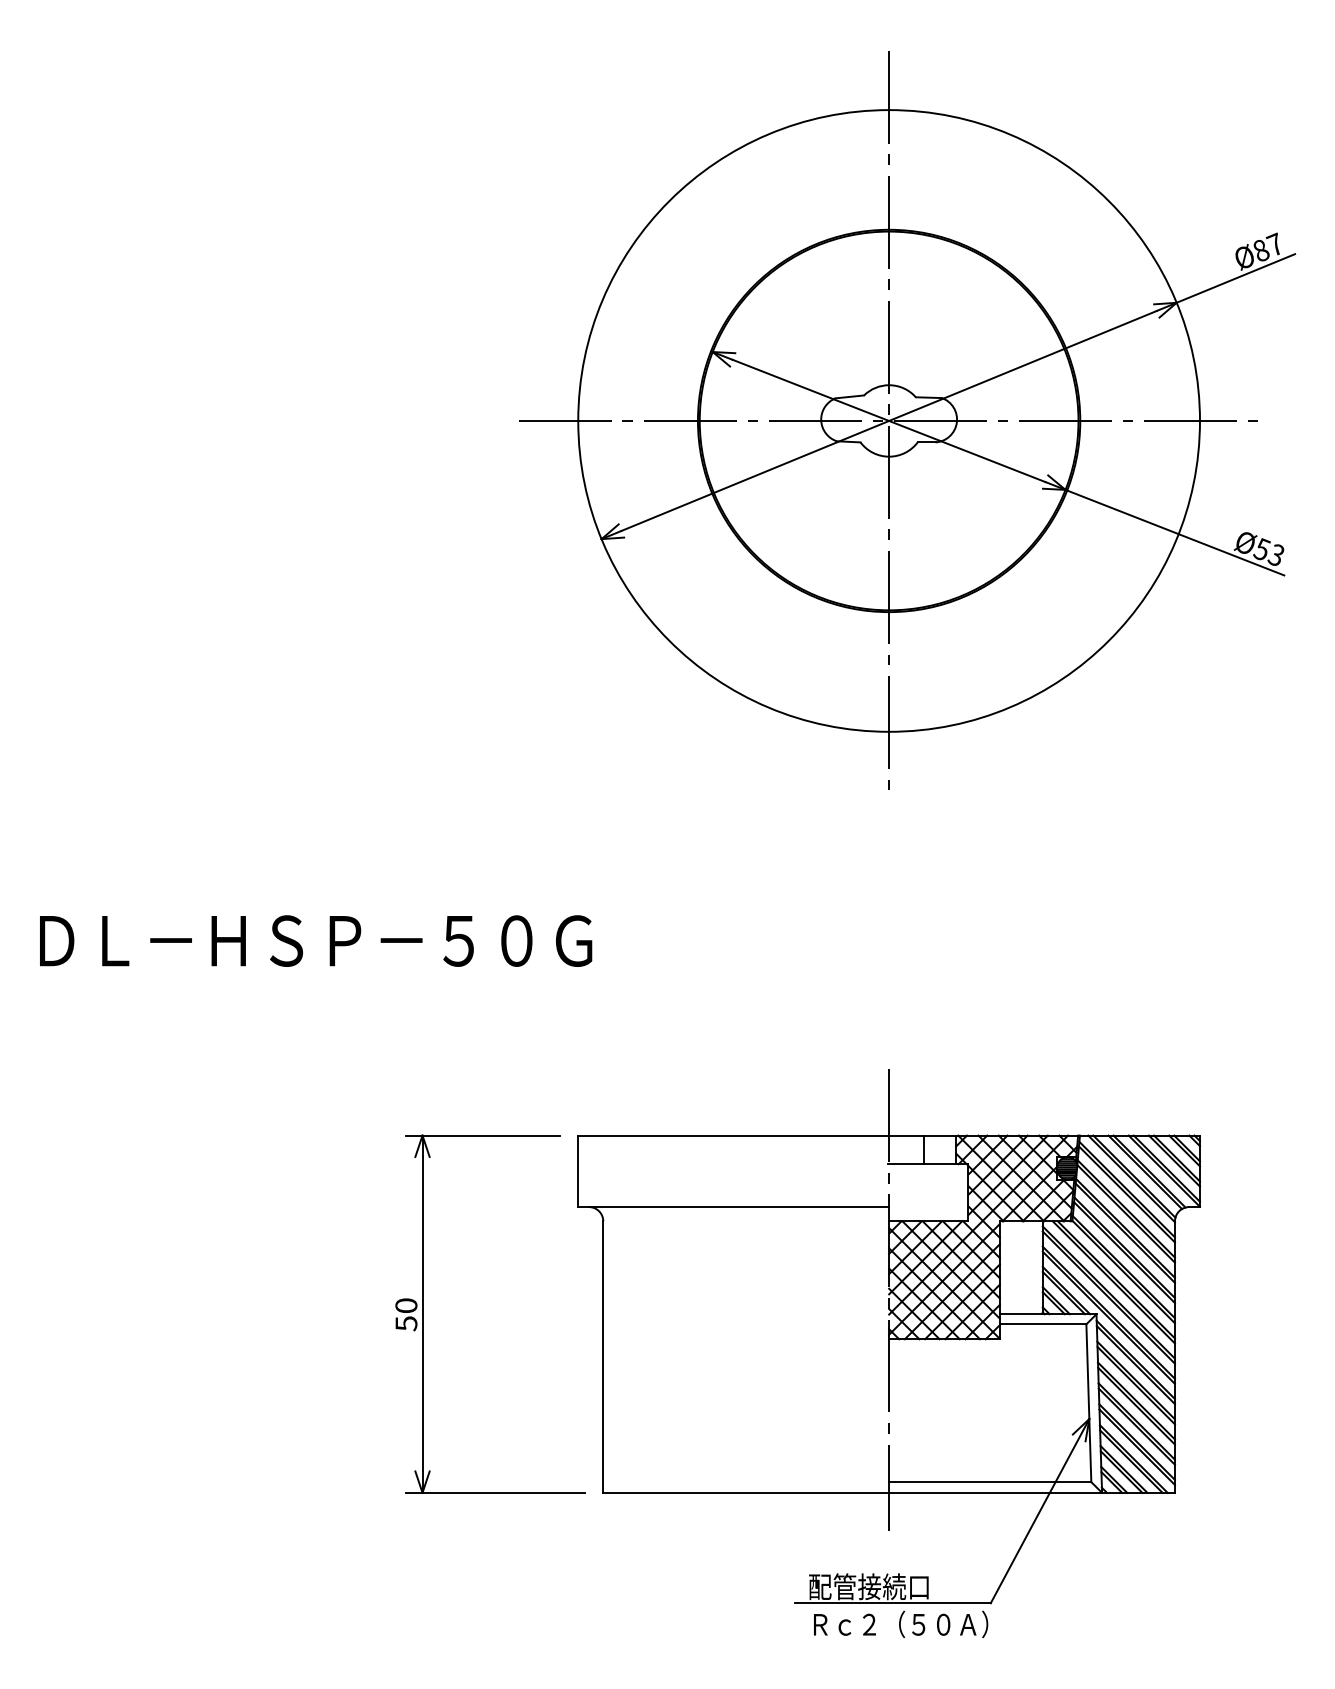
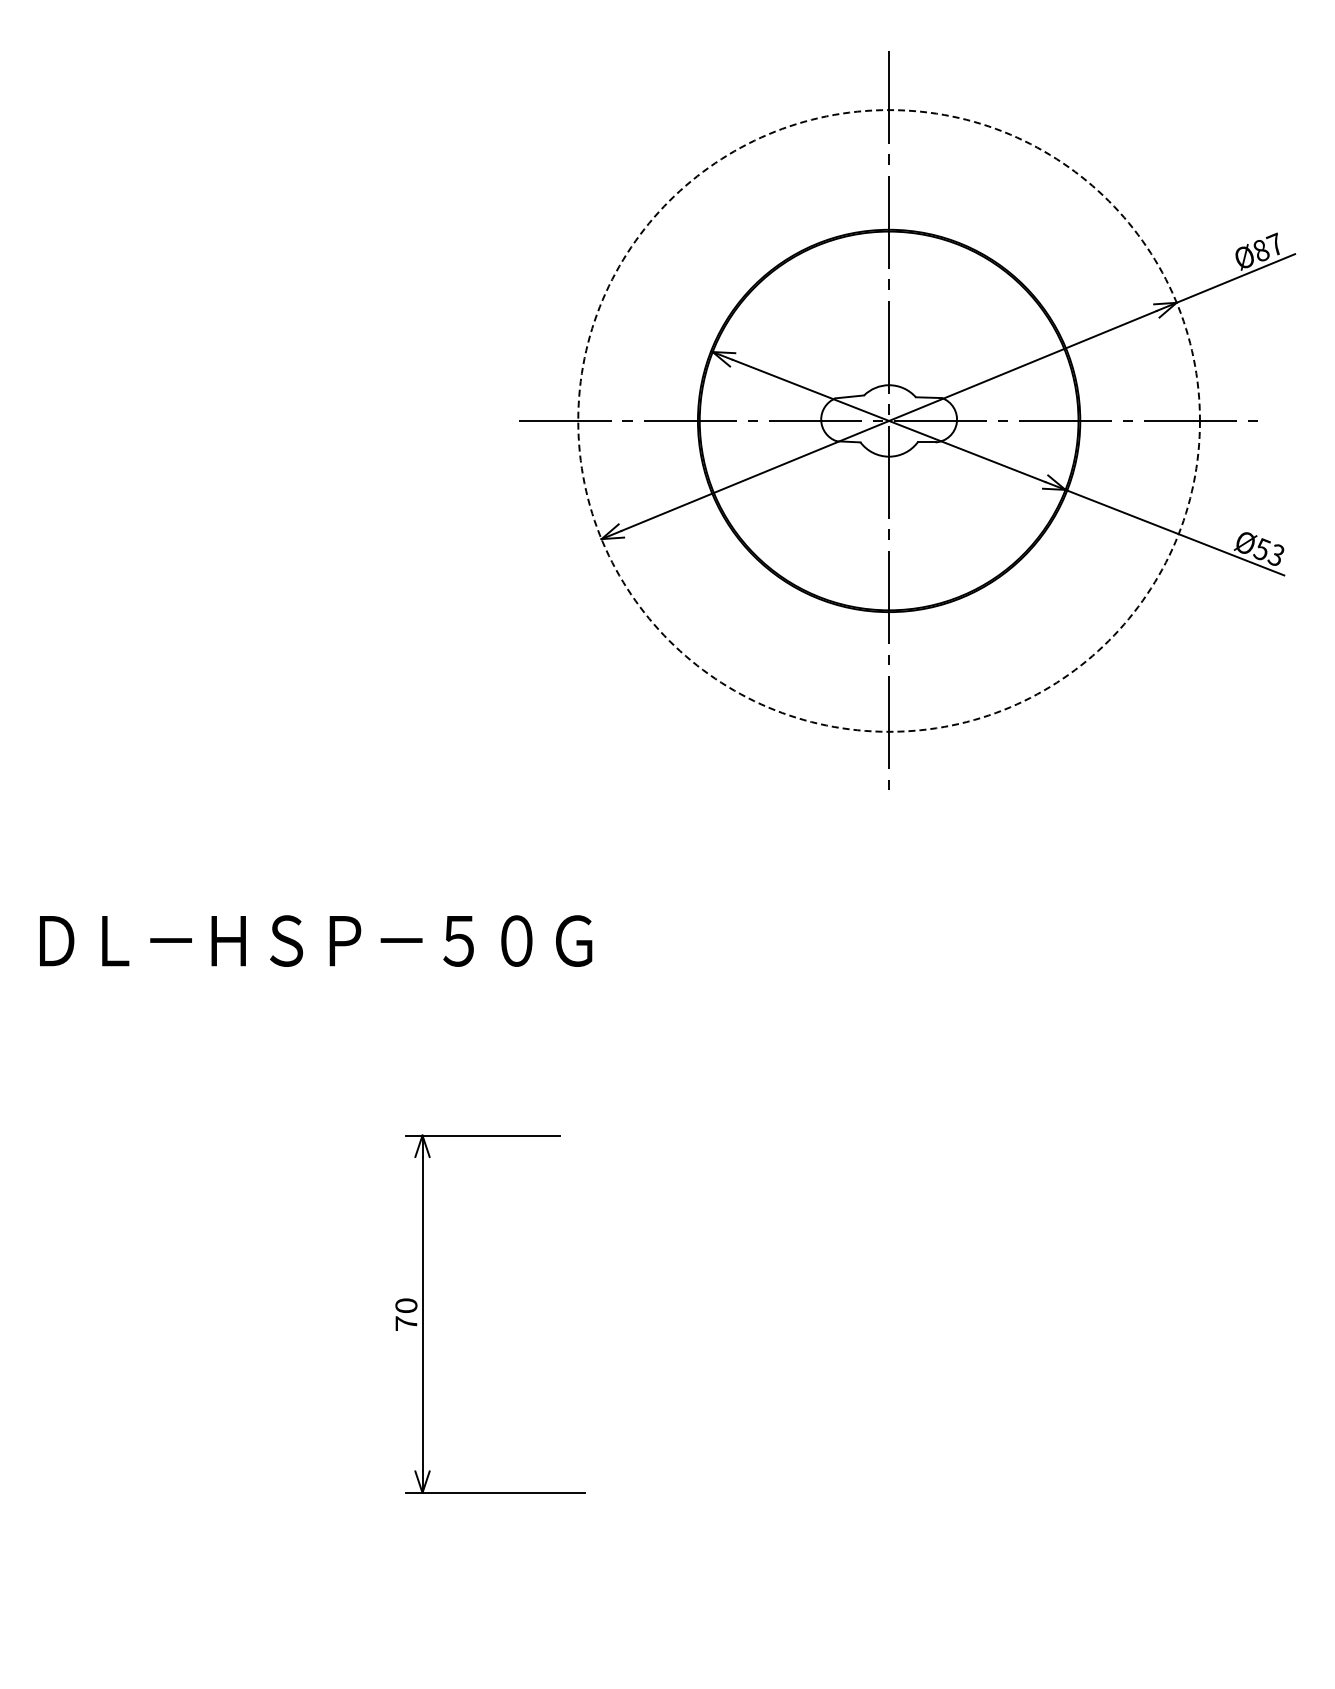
circle at (888, 420): solid -> dashed
text at (406, 1323): 50 -> 70
part at (889, 1353): present -> none
